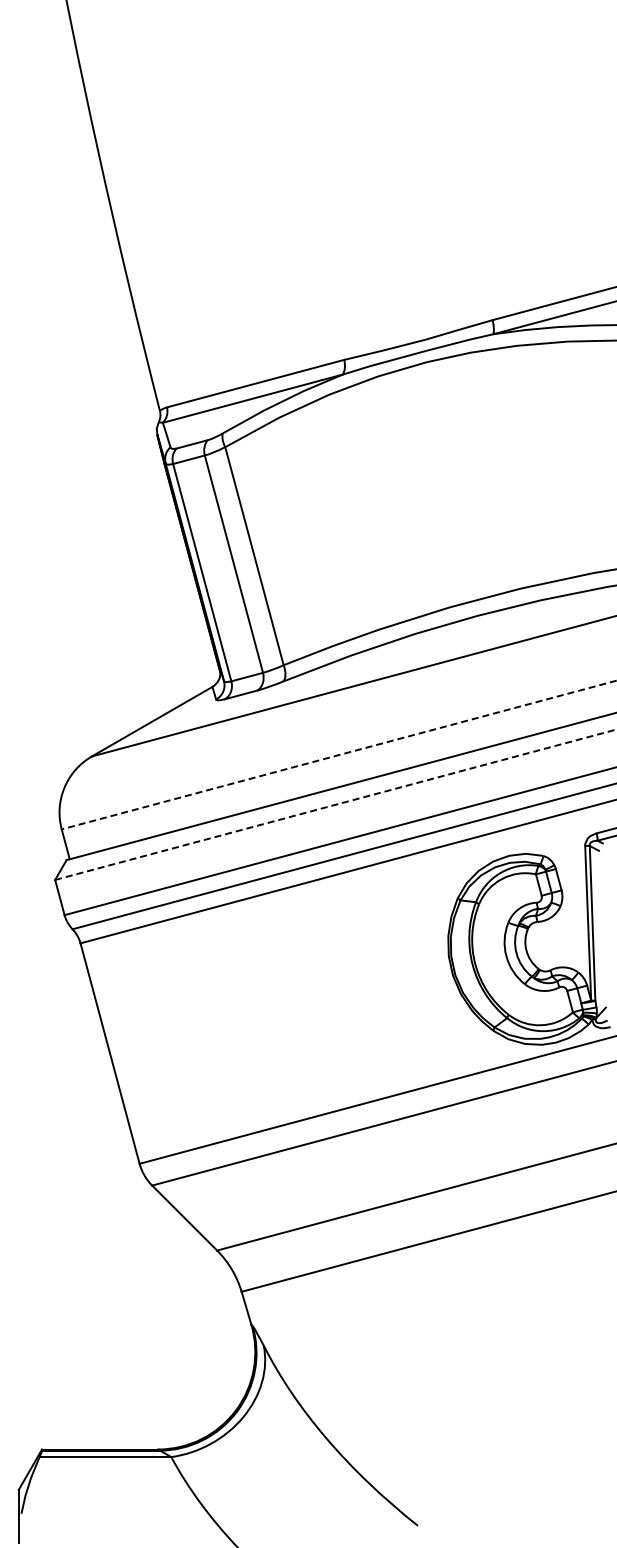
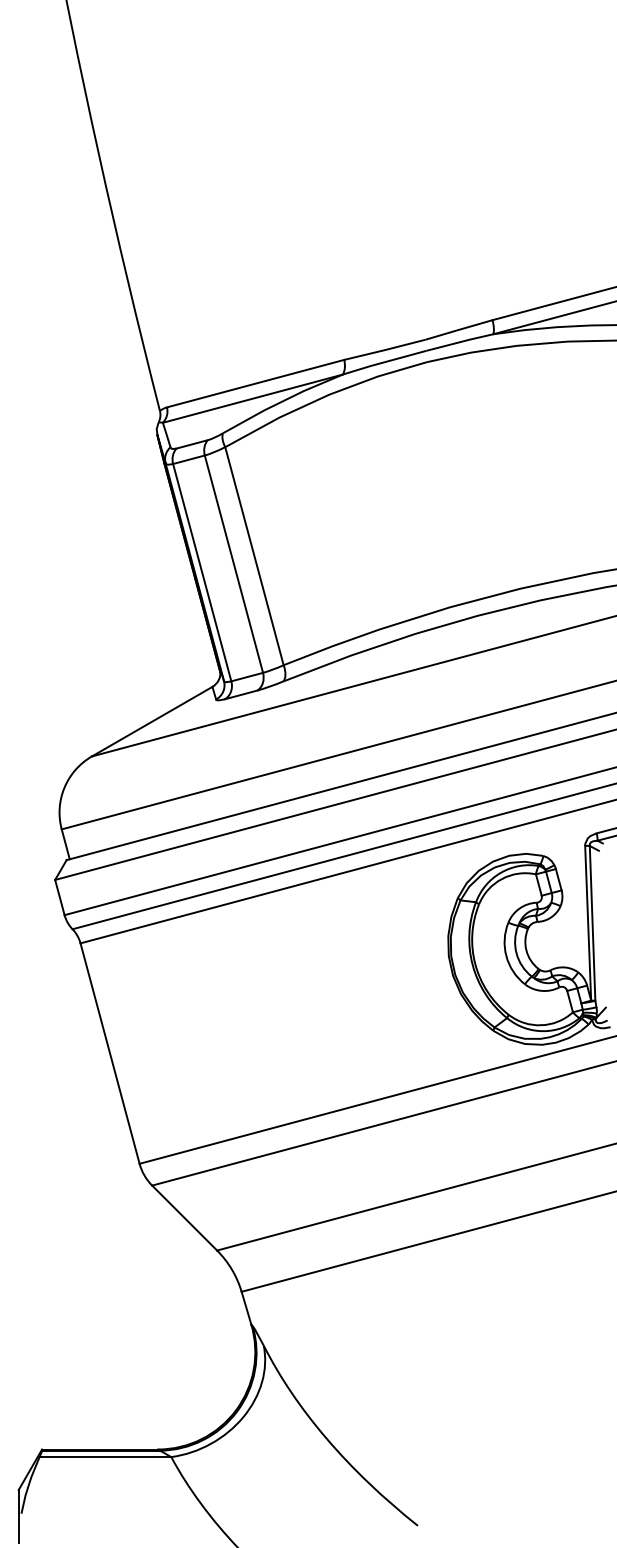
line at (338, 755): dashed -> solid
line at (336, 804): dashed -> solid
